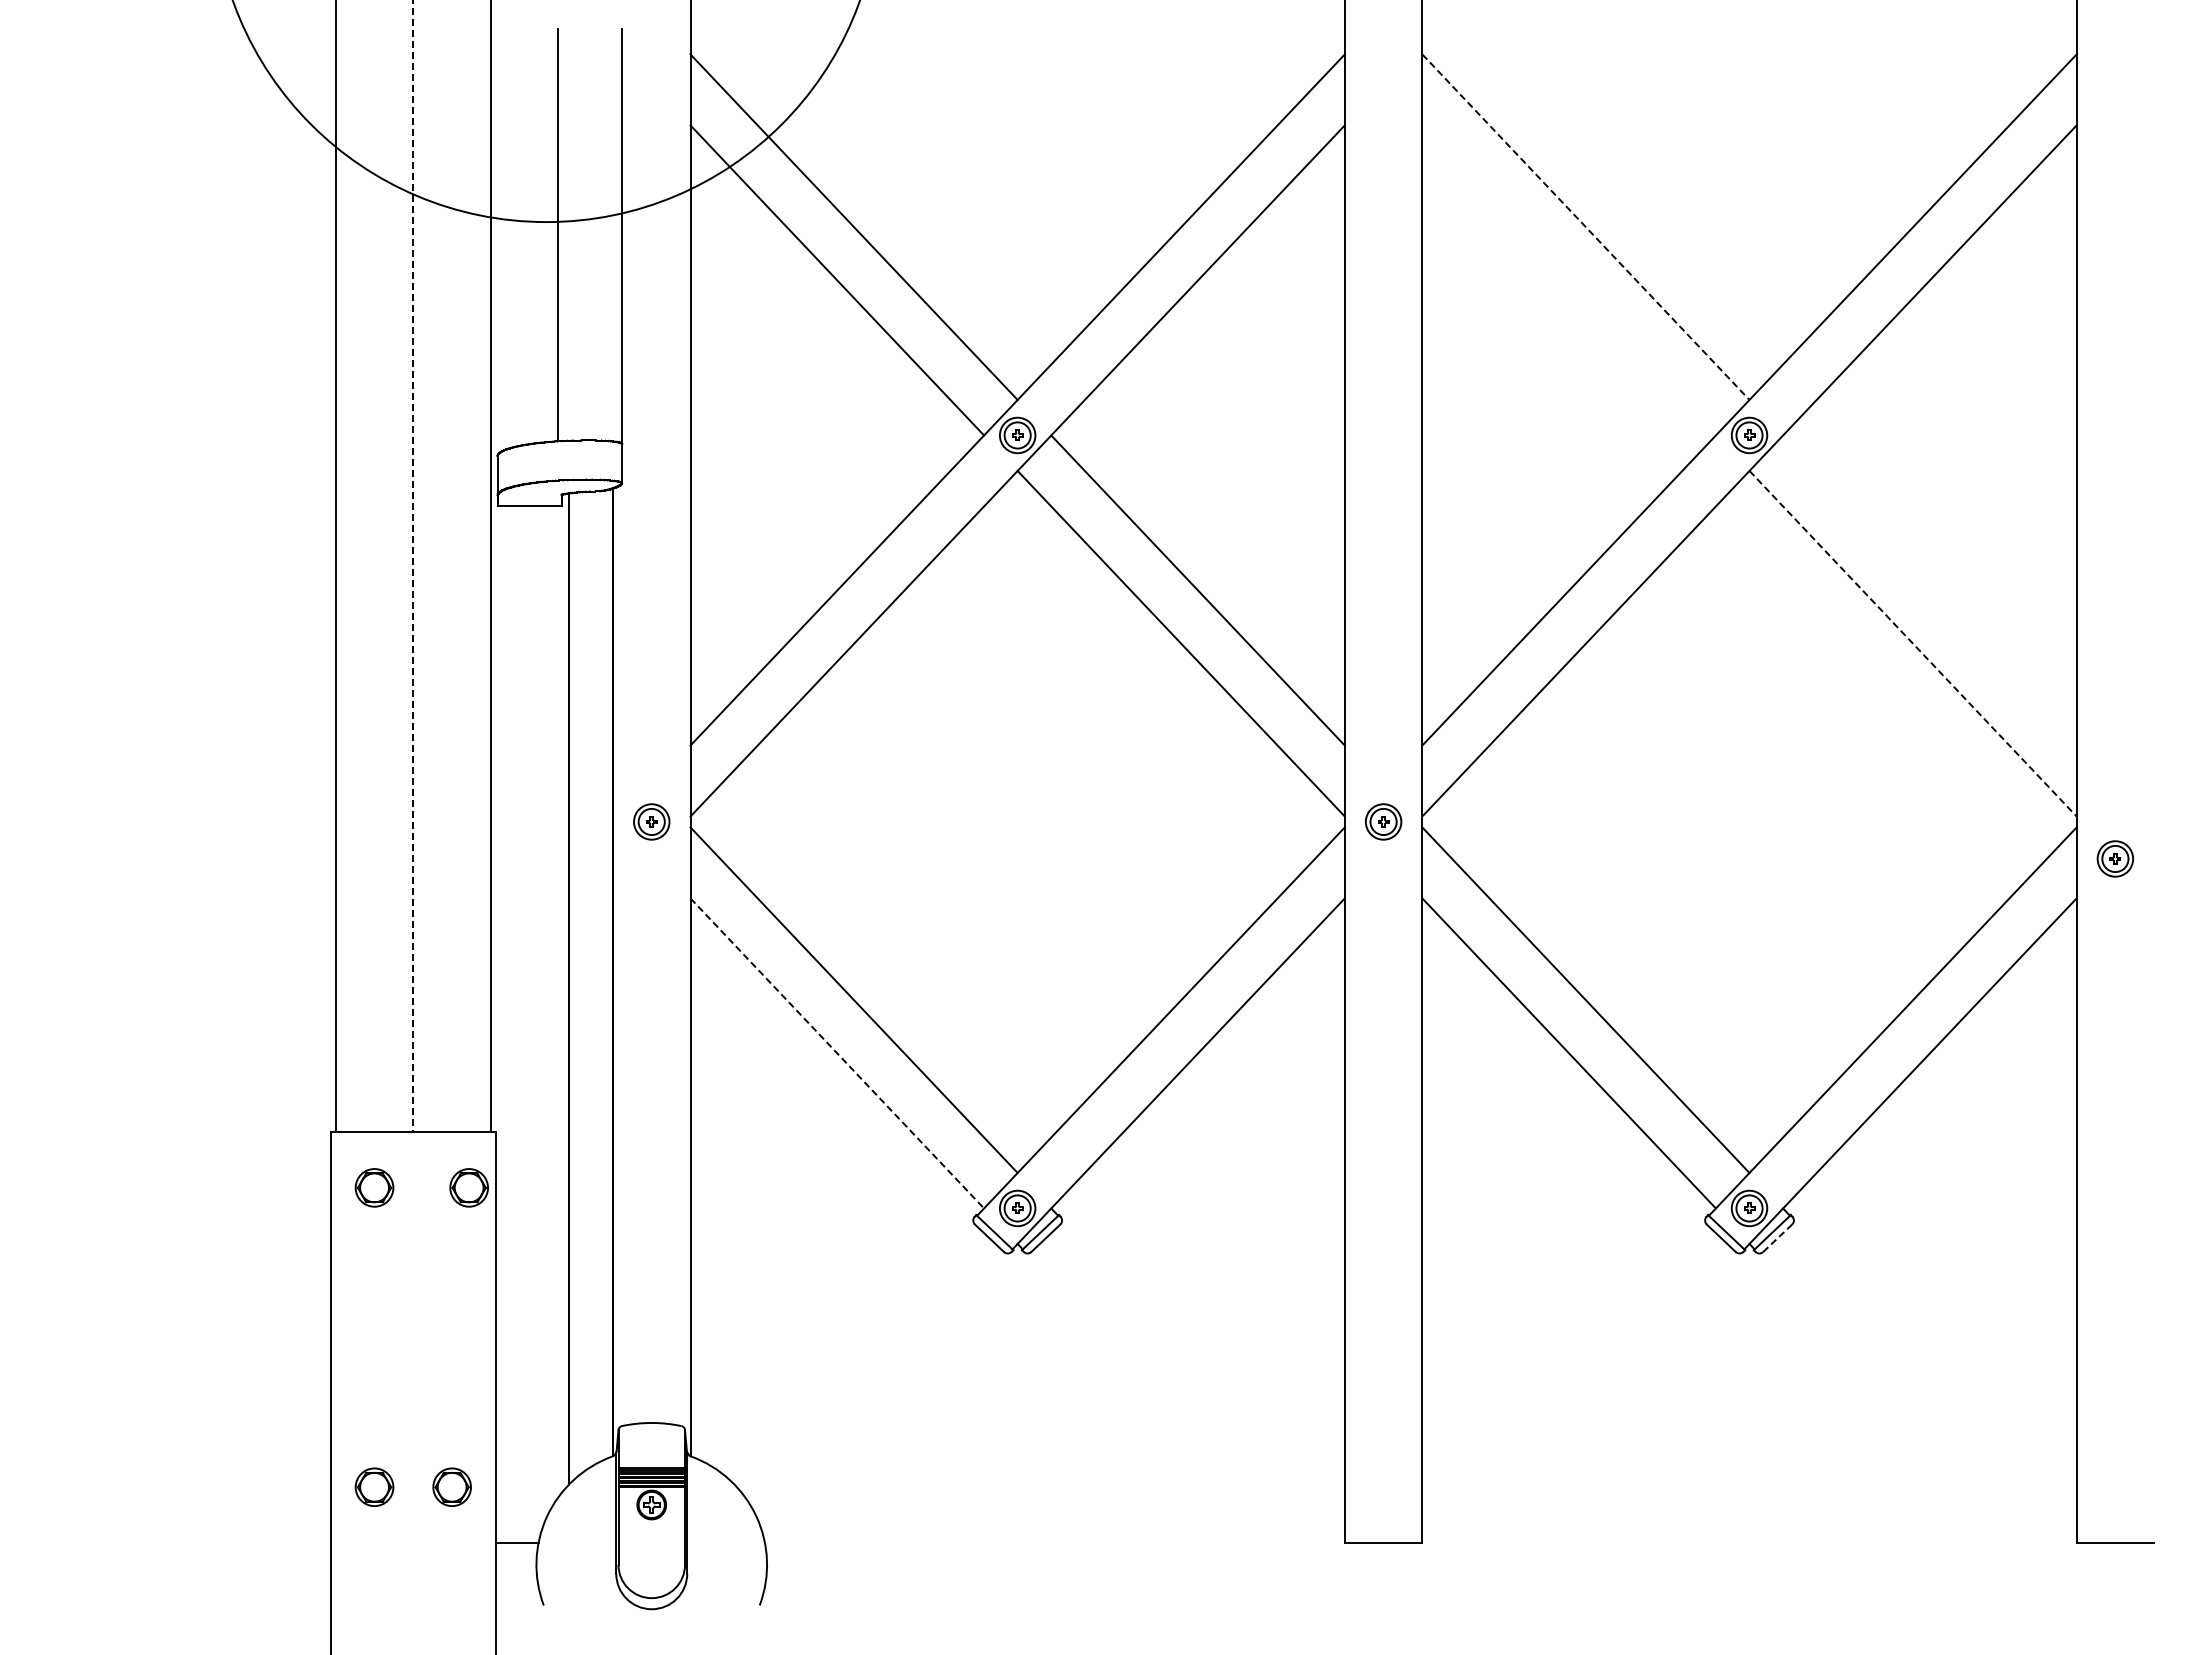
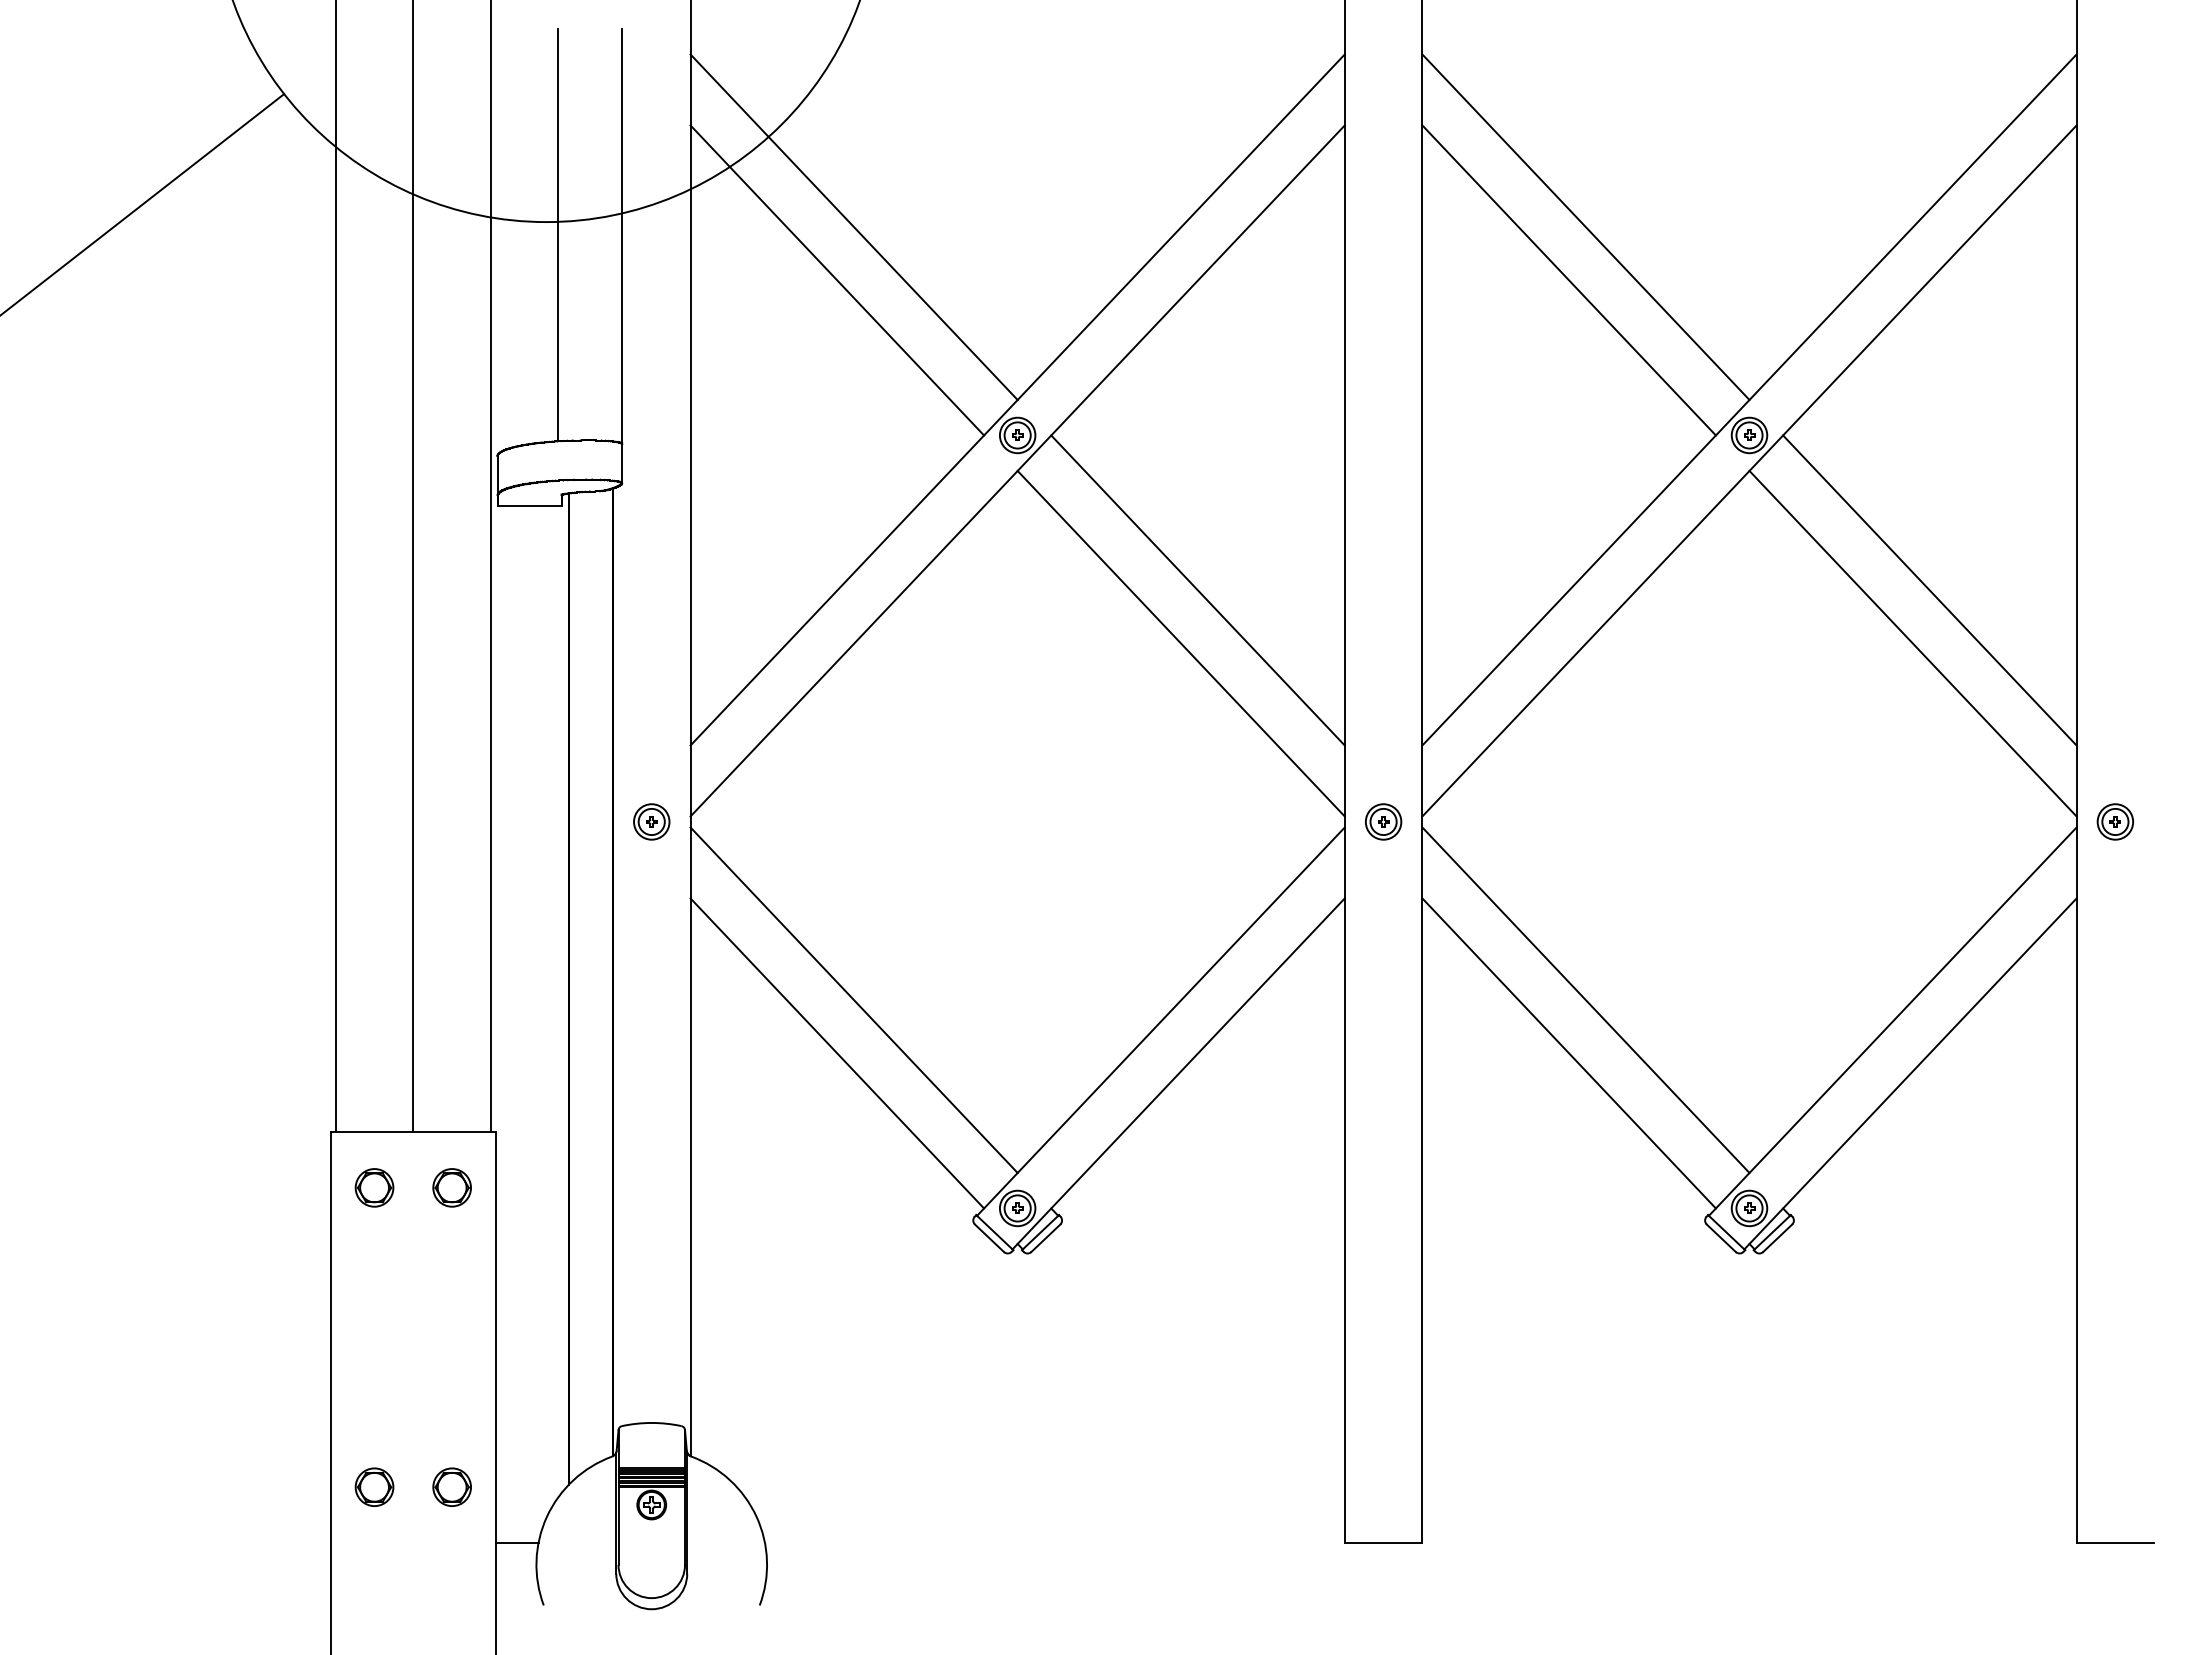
line at (143, 203): none -> present
line at (1585, 227): dashed -> solid
line at (1568, 280): none -> present
line at (413, 566): dashed -> solid
line at (1929, 590): none -> present
line at (1913, 643): dashed -> solid
part at (2114, 858) position: (2114, 858) -> (2114, 821)
line at (837, 1053): dashed -> solid
part at (468, 1187) position: (468, 1187) -> (451, 1187)
line at (1777, 1238): dashed -> solid
